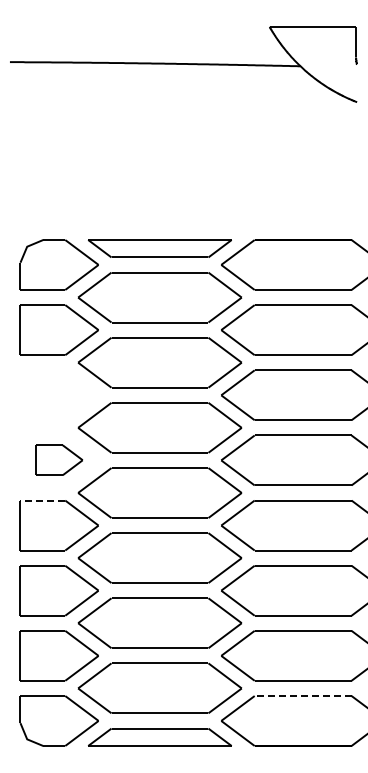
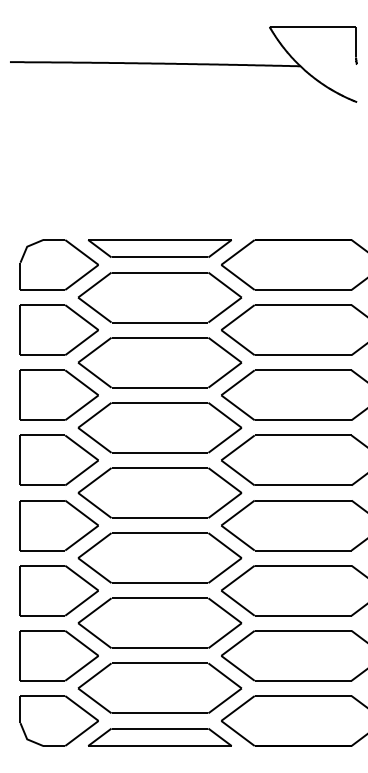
part at (58, 394): none -> present
part at (59, 459) size: 49x32 px -> 80x52 px
line at (42, 500): dashed -> solid
line at (302, 696): dashed -> solid
